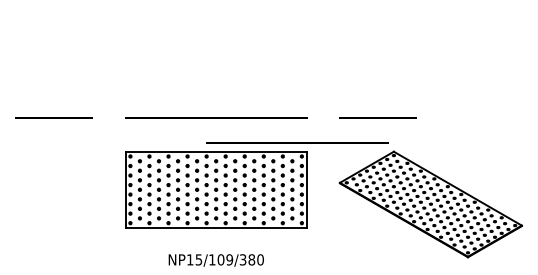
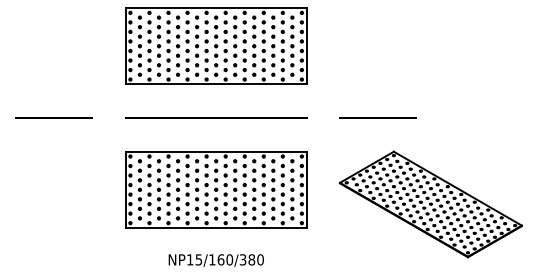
part at (216, 45): none -> present
line at (297, 142): present -> none
text at (225, 259): NP15/109/380 -> NP15/160/380
